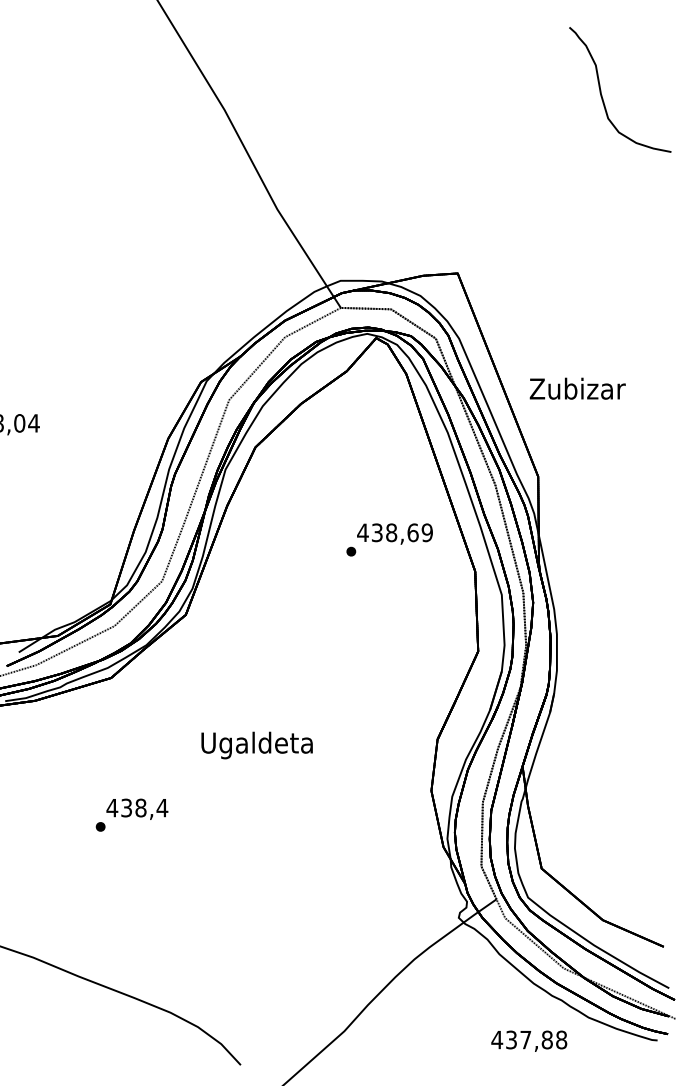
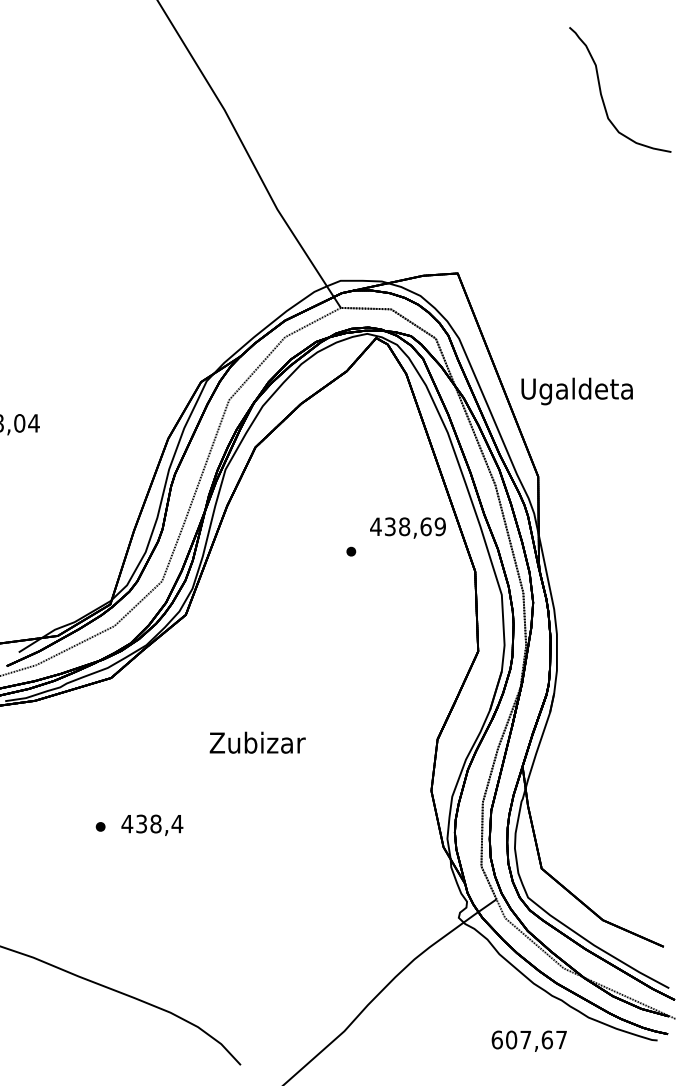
text at (576, 391): Zubizar -> Ugaldeta
text at (394, 533) position: (394, 533) -> (407, 527)
text at (256, 745): Ugaldeta -> Zubizar
text at (137, 808) position: (137, 808) -> (152, 824)
text at (529, 1039): 437,88 -> 607,67
